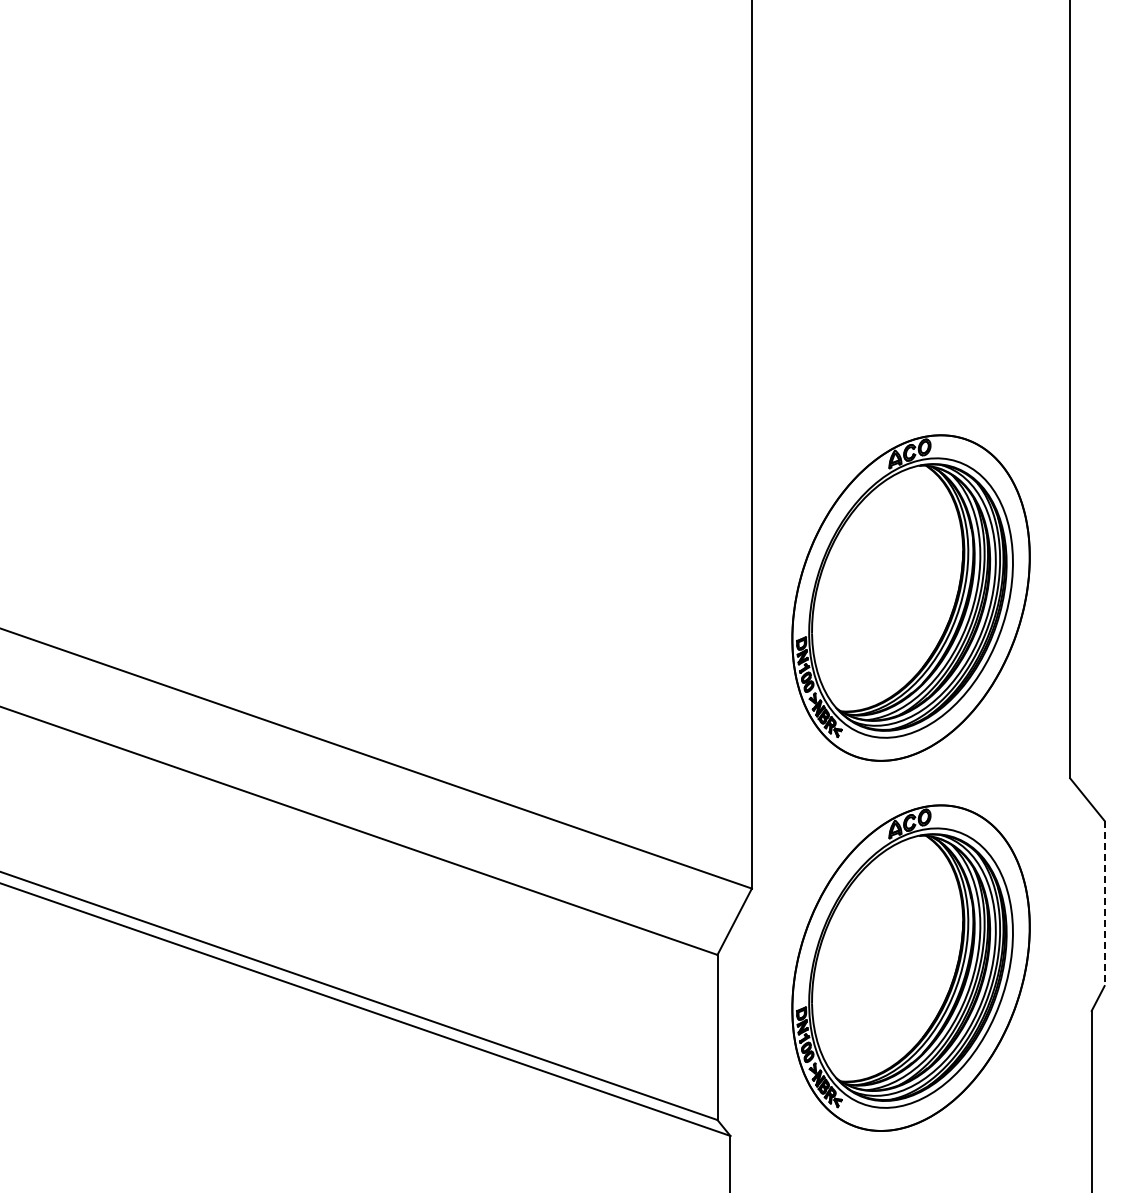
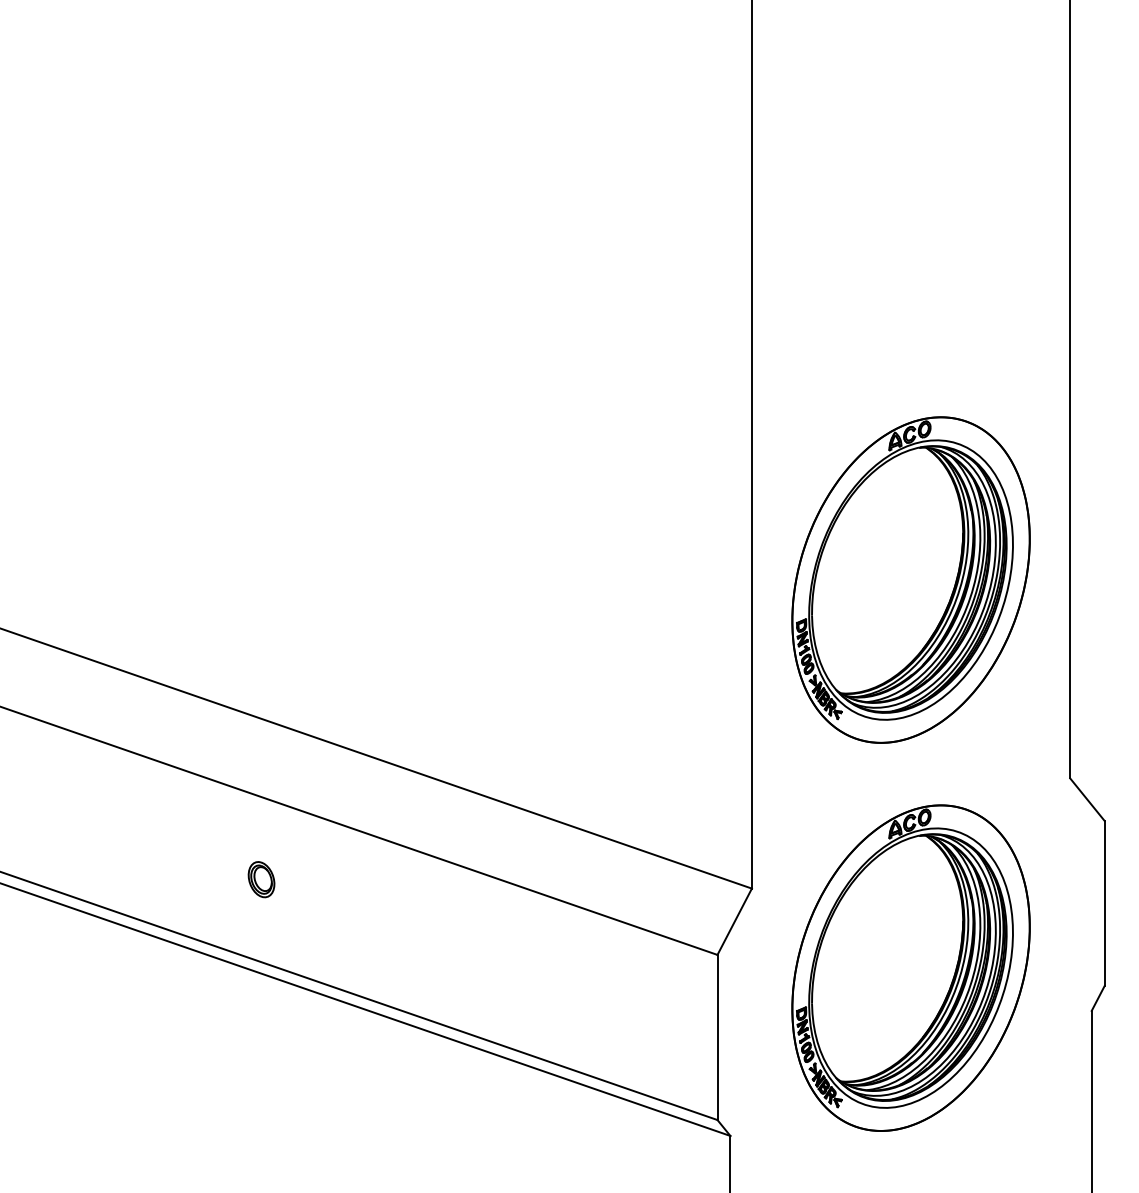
part at (910, 597) position: (910, 597) -> (910, 579)
part at (261, 879): none -> present
line at (1104, 903): dashed -> solid
